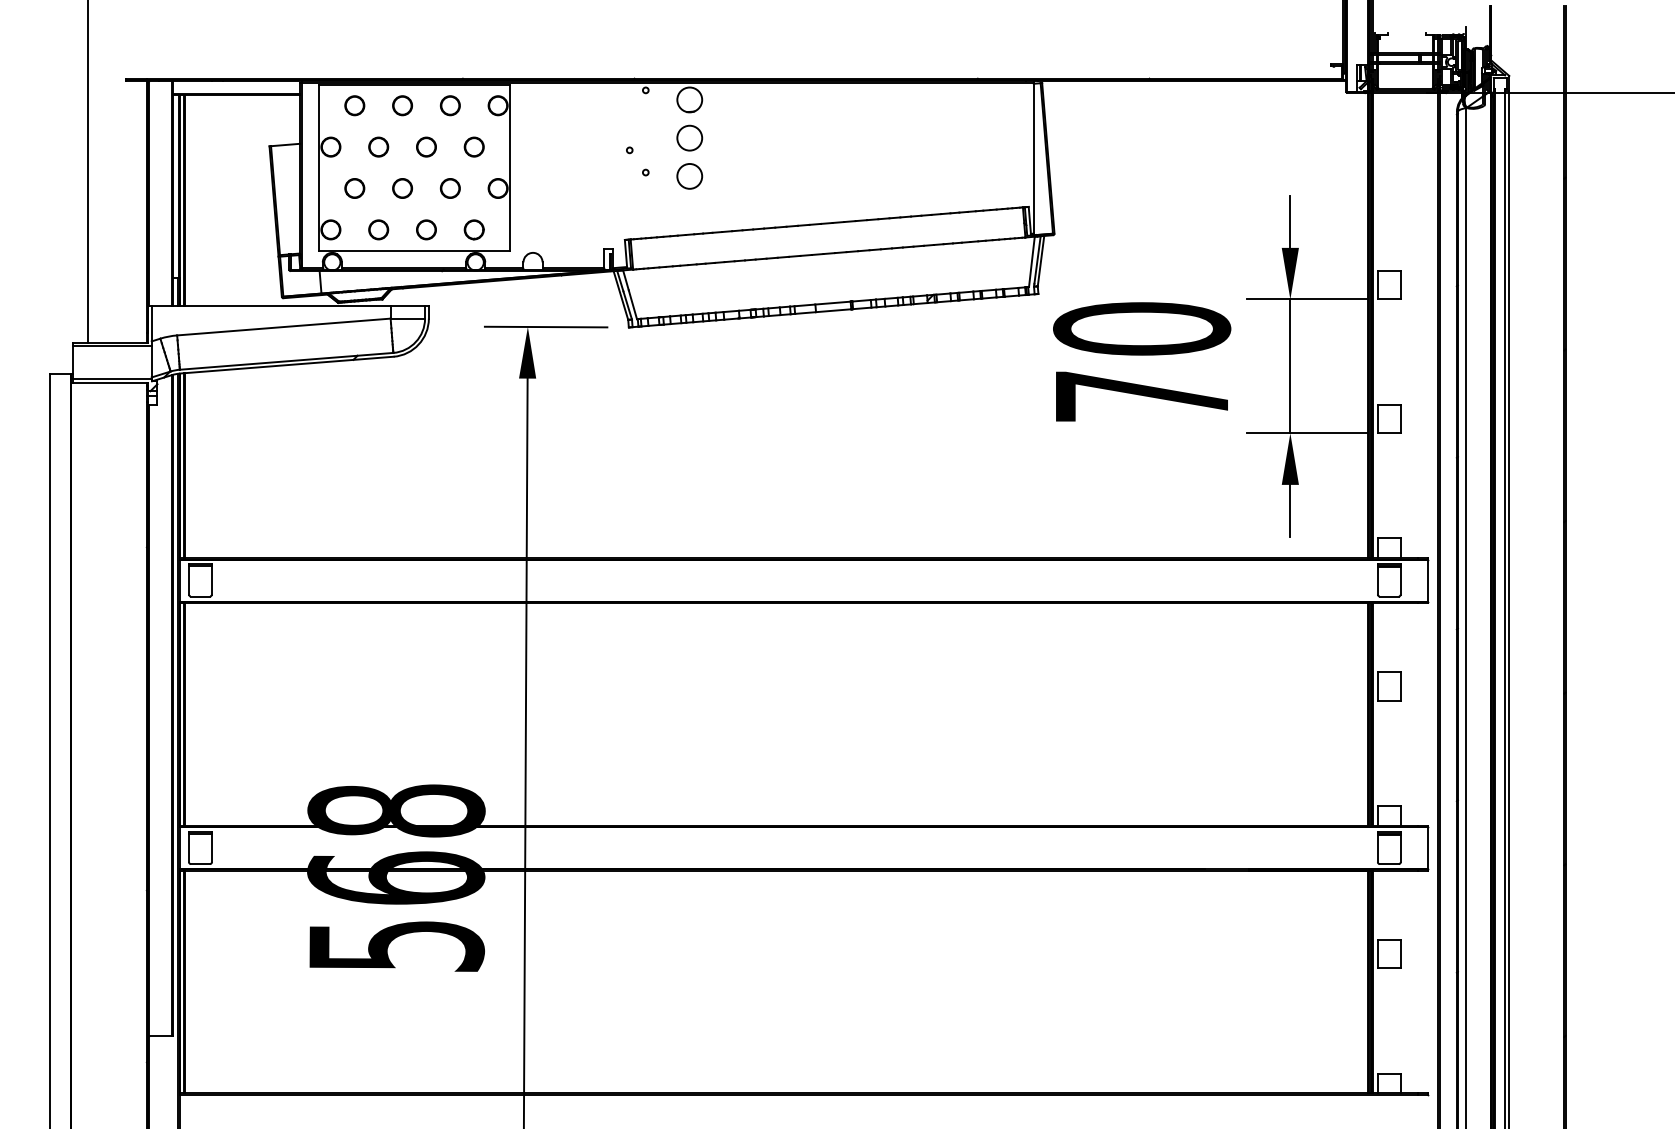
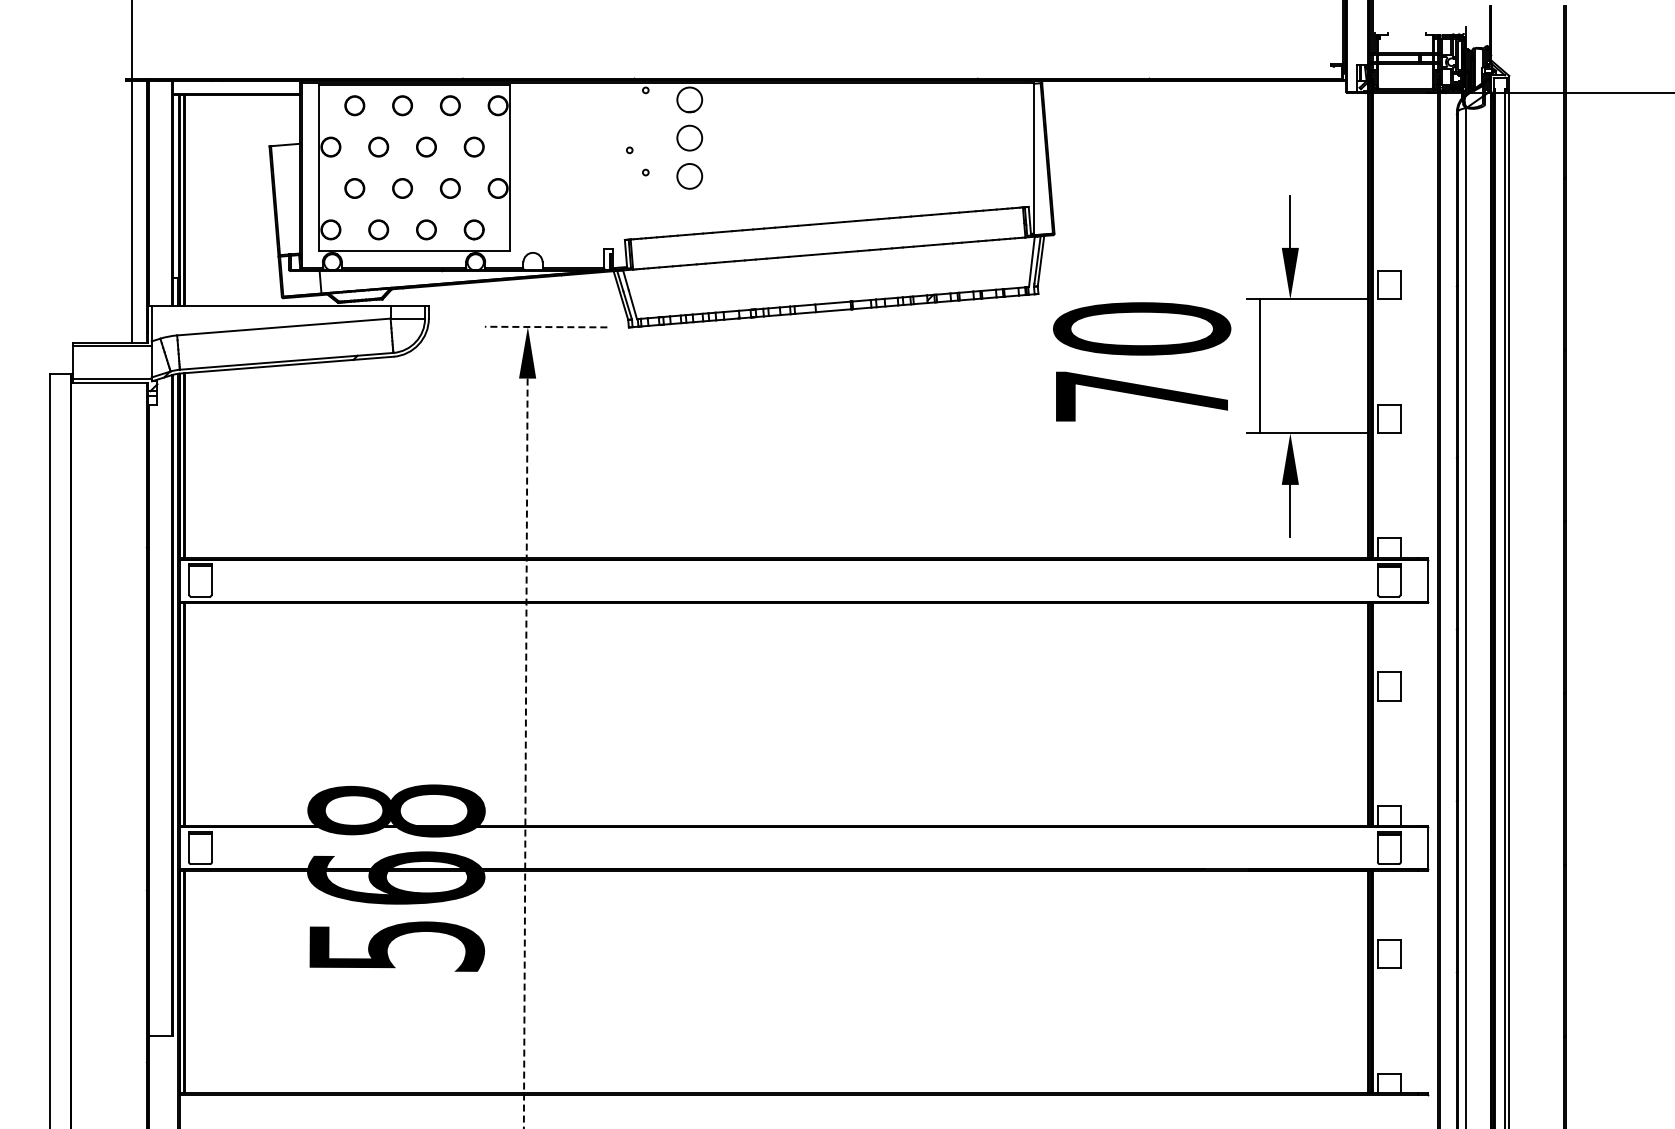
line at (88, 172) position: (88, 172) -> (132, 172)
line at (545, 327): solid -> dashed
line at (1290, 366) position: (1290, 366) -> (1260, 366)
line at (525, 754): solid -> dashed
